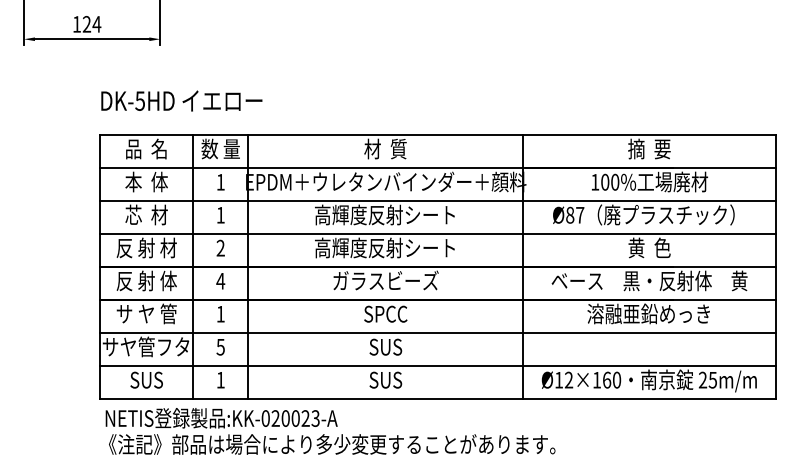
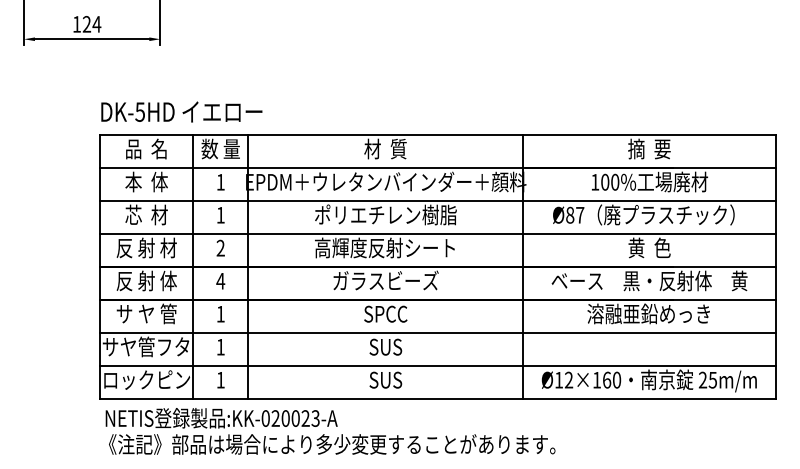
text at (181, 100) position: (181, 100) -> (181, 111)
text at (385, 214): 高輝度反射シート -> ポリエチレン樹脂
text at (220, 347): 5 -> 1
text at (147, 379): SUS -> ロックピン
